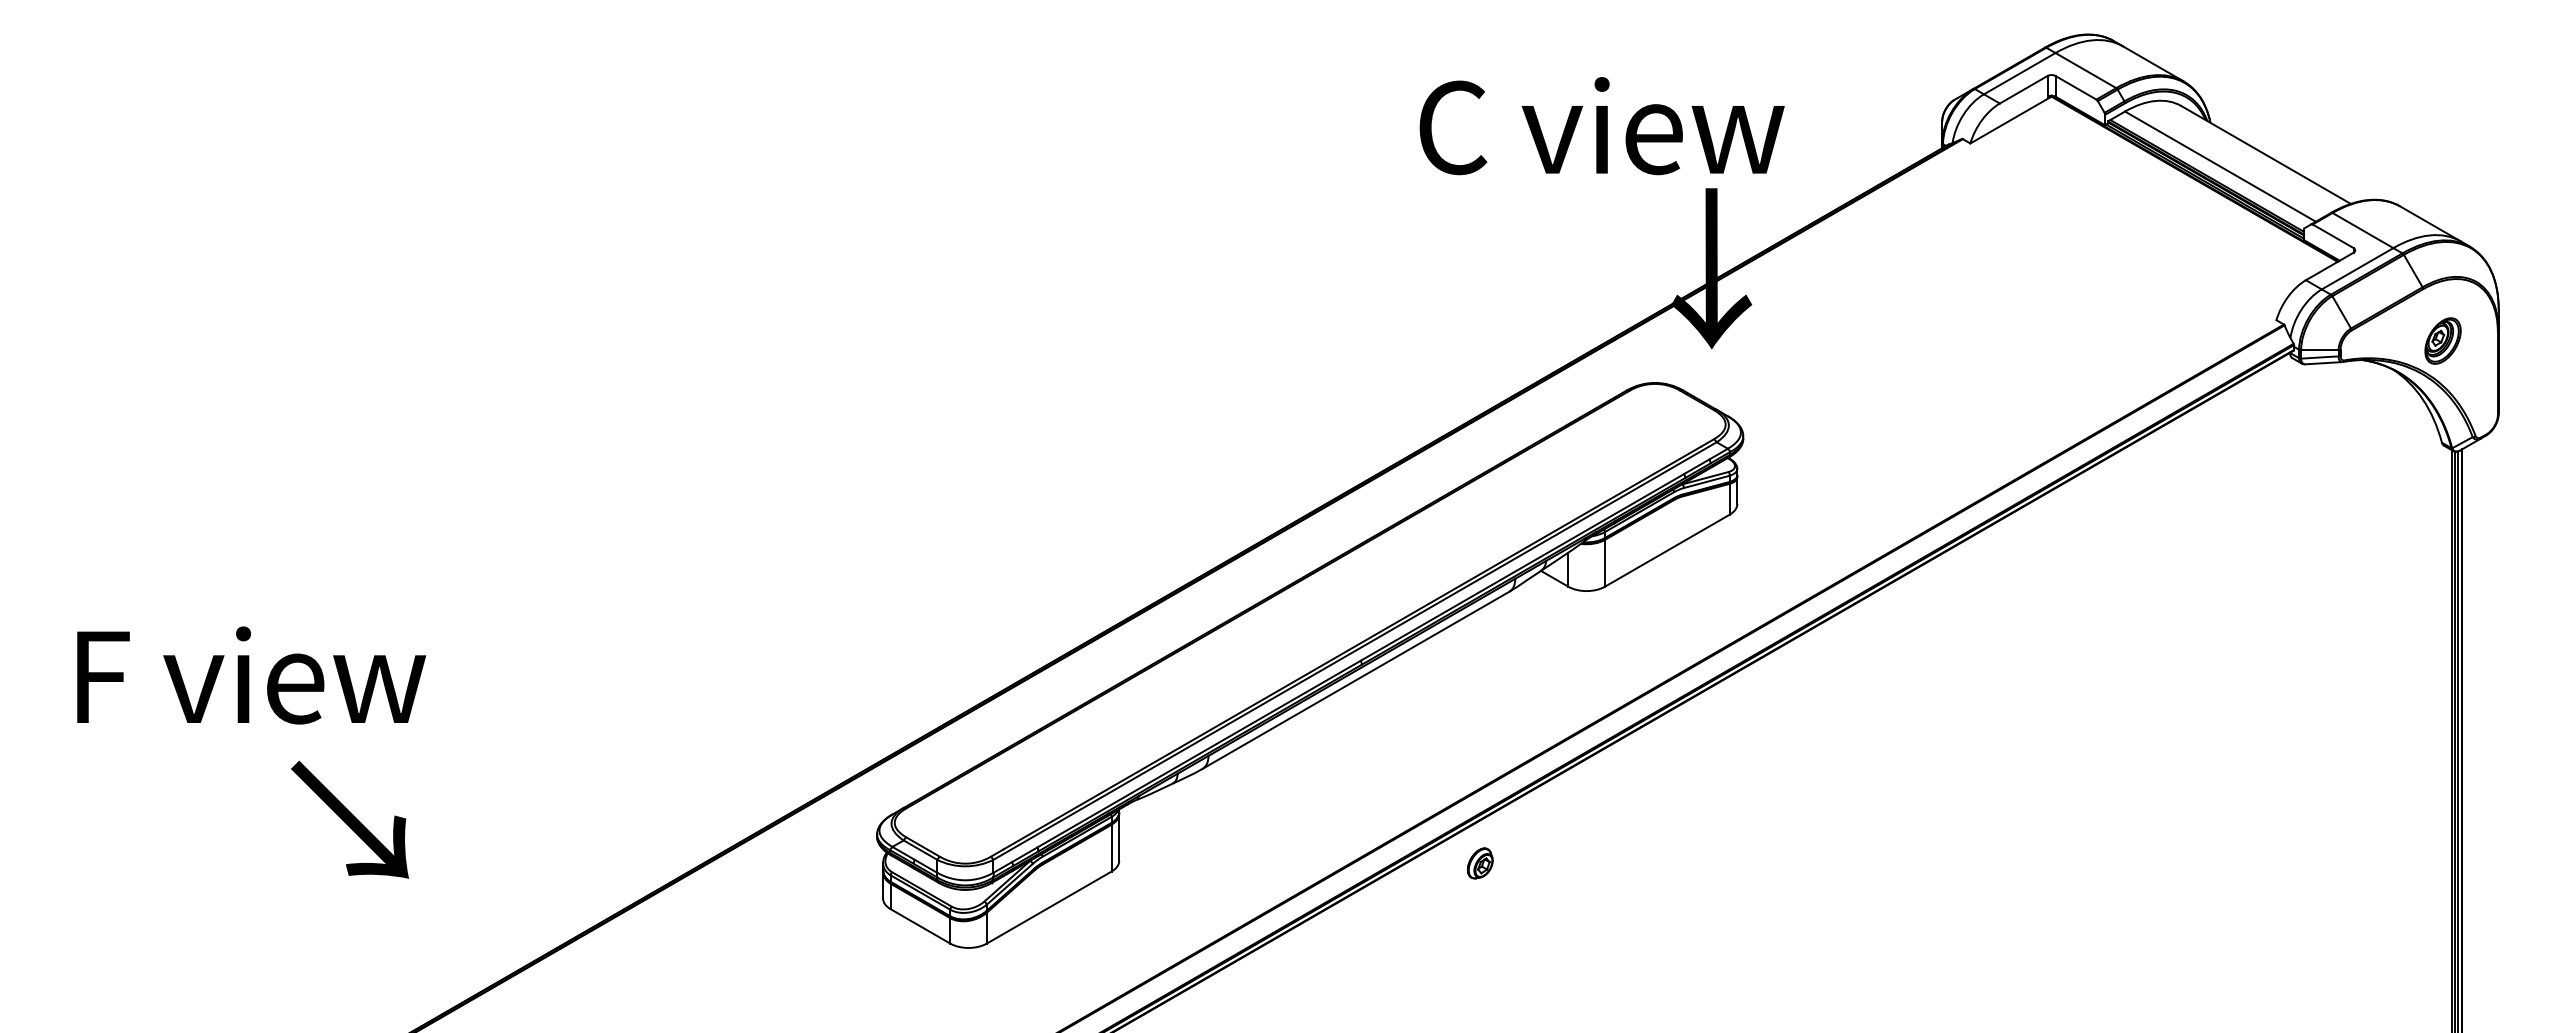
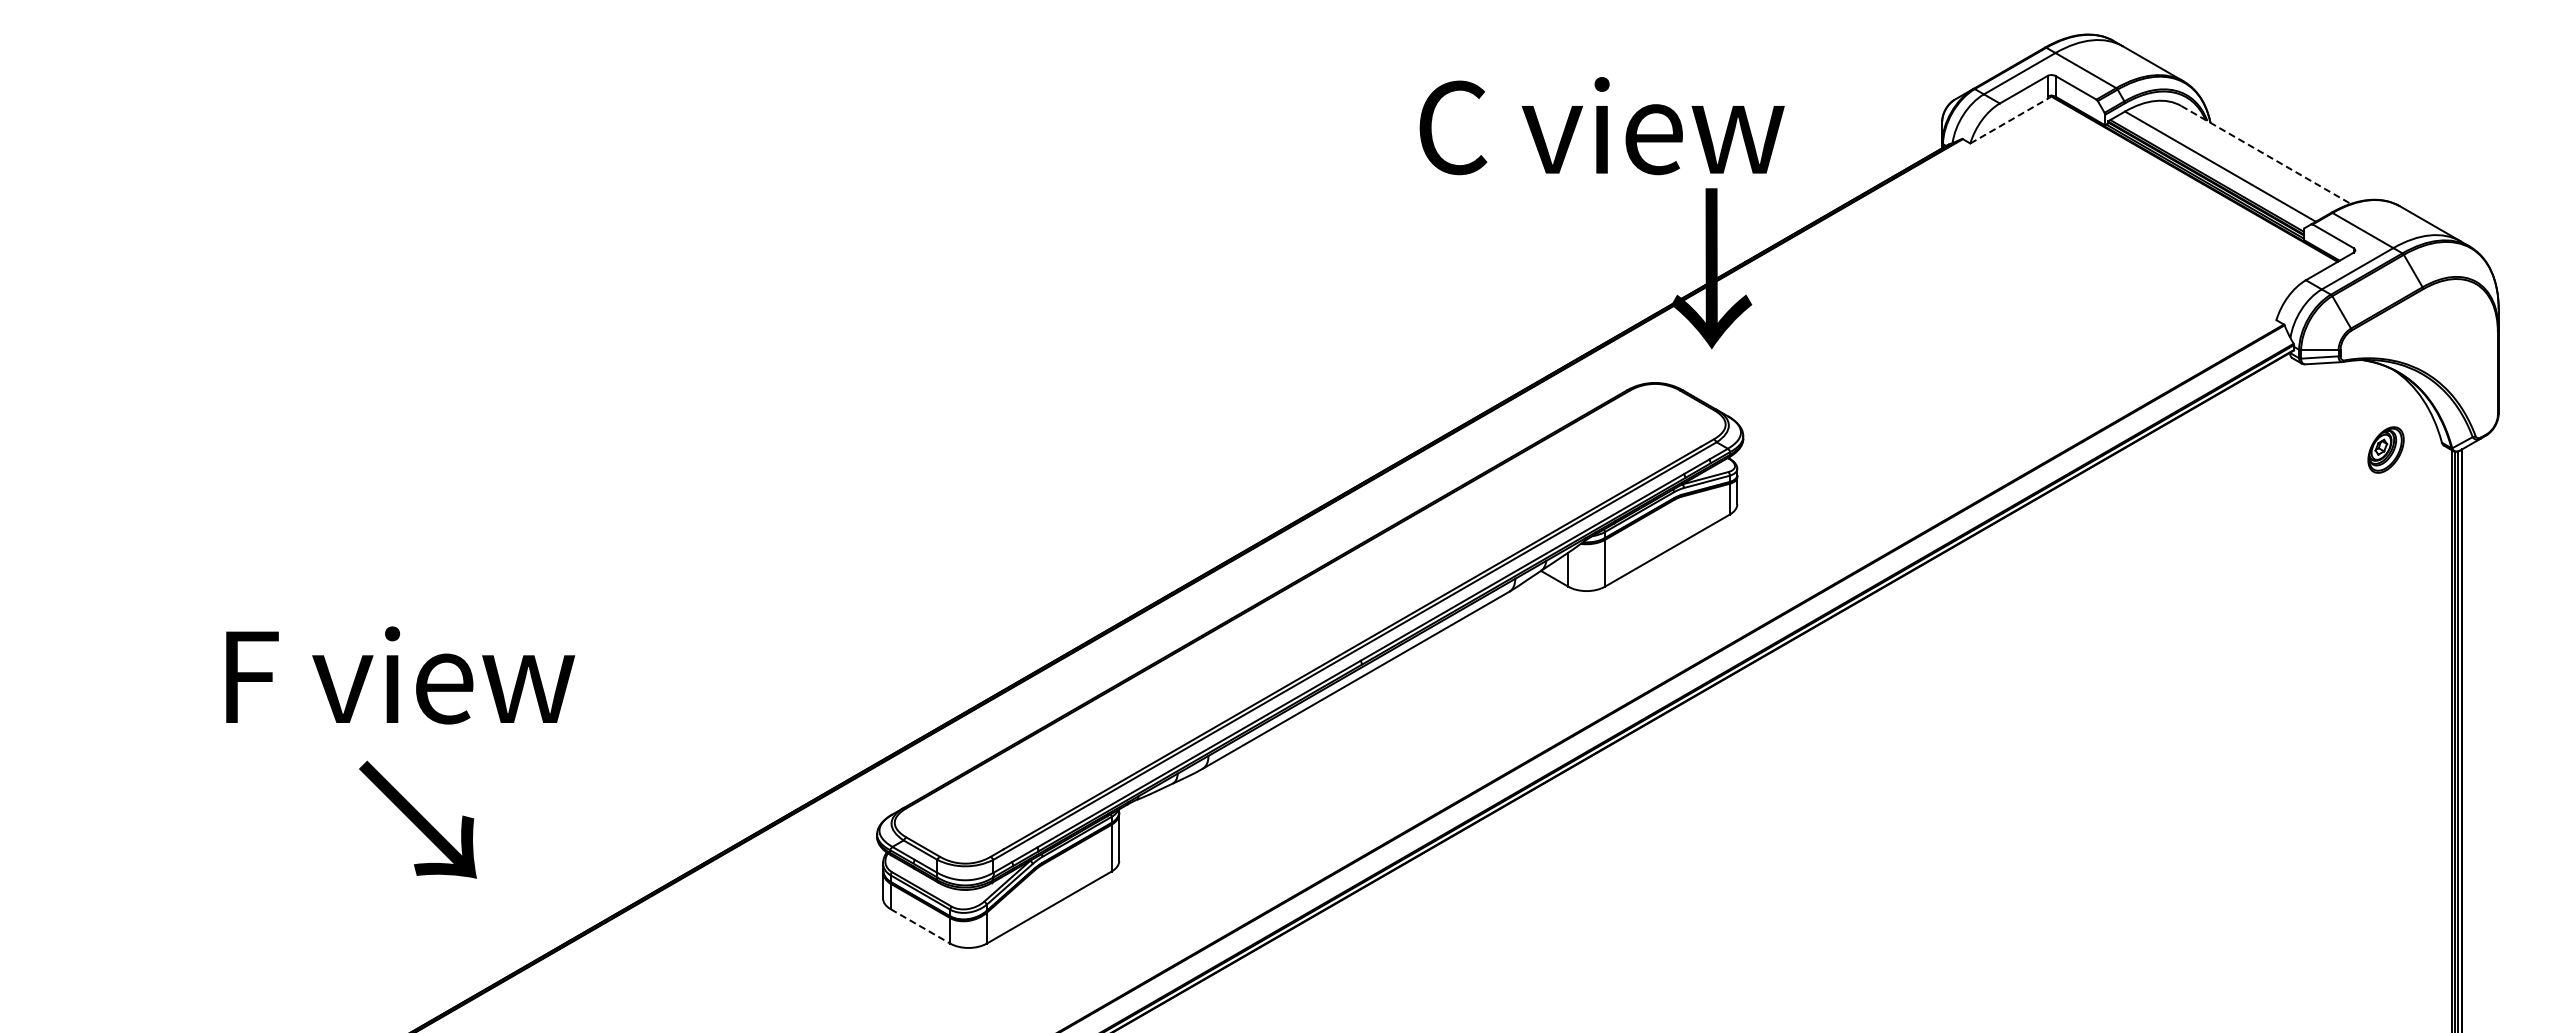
line at (2009, 120): solid -> dashed
line at (2266, 154): solid -> dashed
part at (2442, 340) position: (2442, 340) -> (2385, 449)
text at (251, 675) position: (251, 675) -> (400, 675)
text at (349, 819) position: (349, 819) -> (417, 819)
part at (1480, 863): present -> none
line at (920, 926): solid -> dashed
